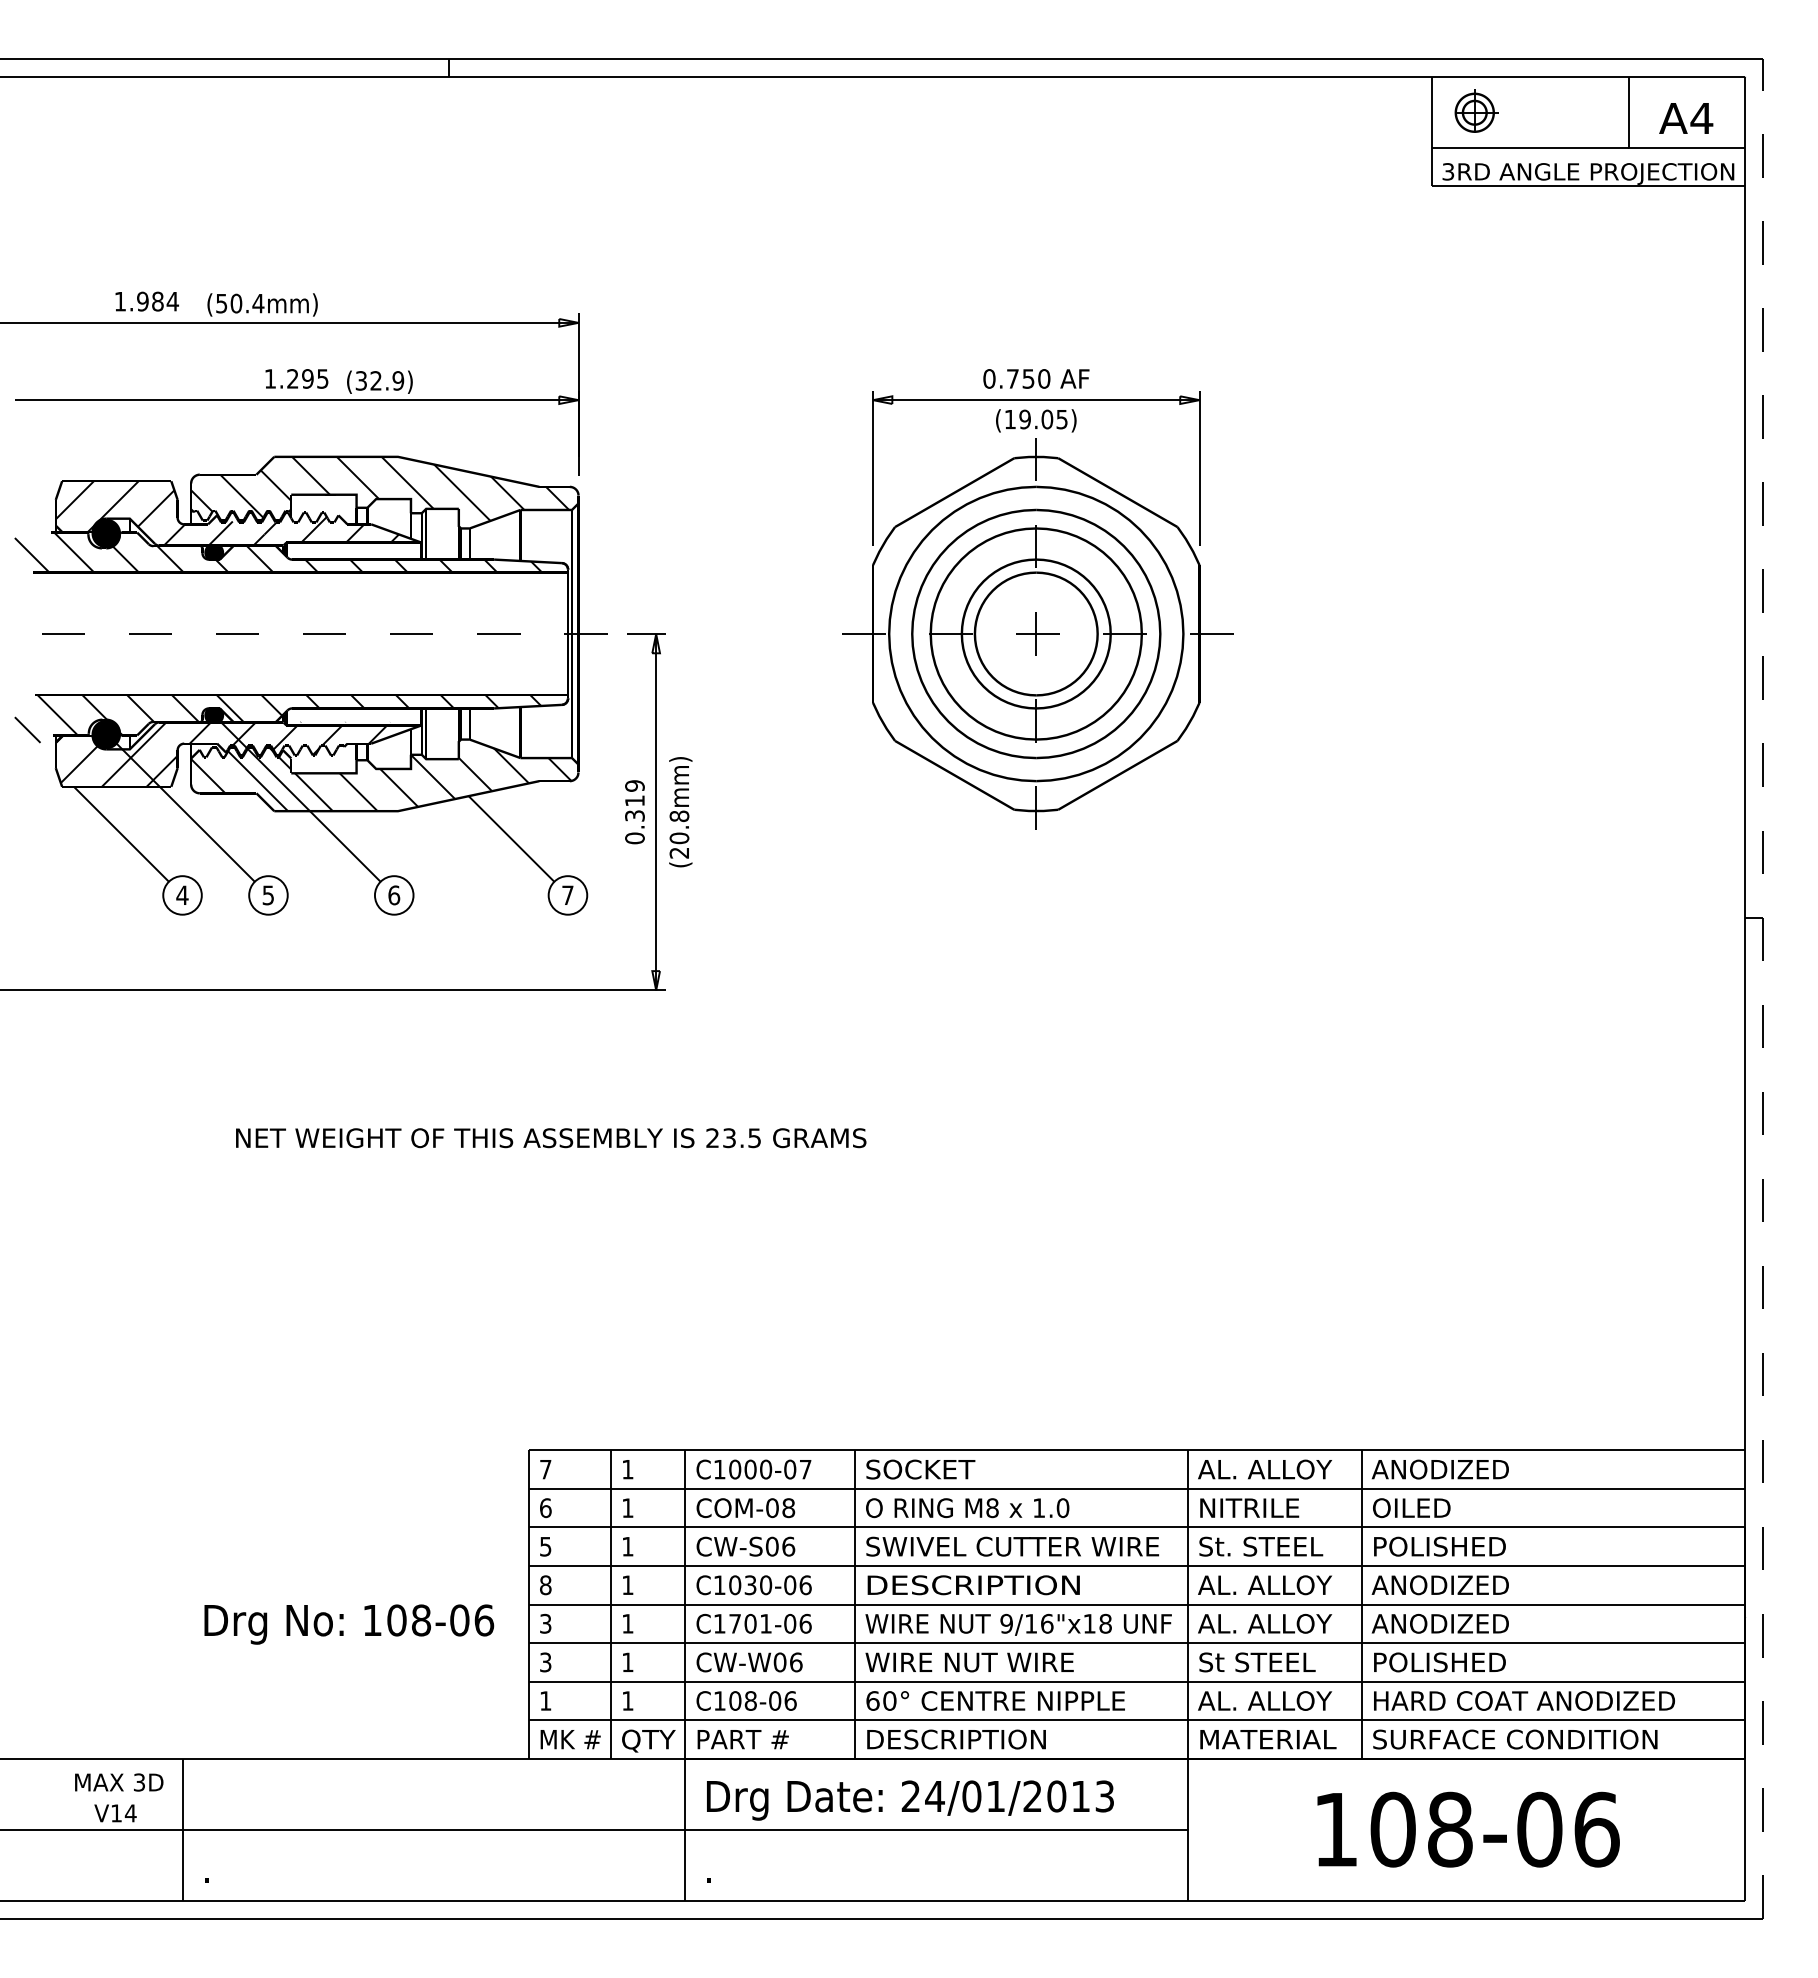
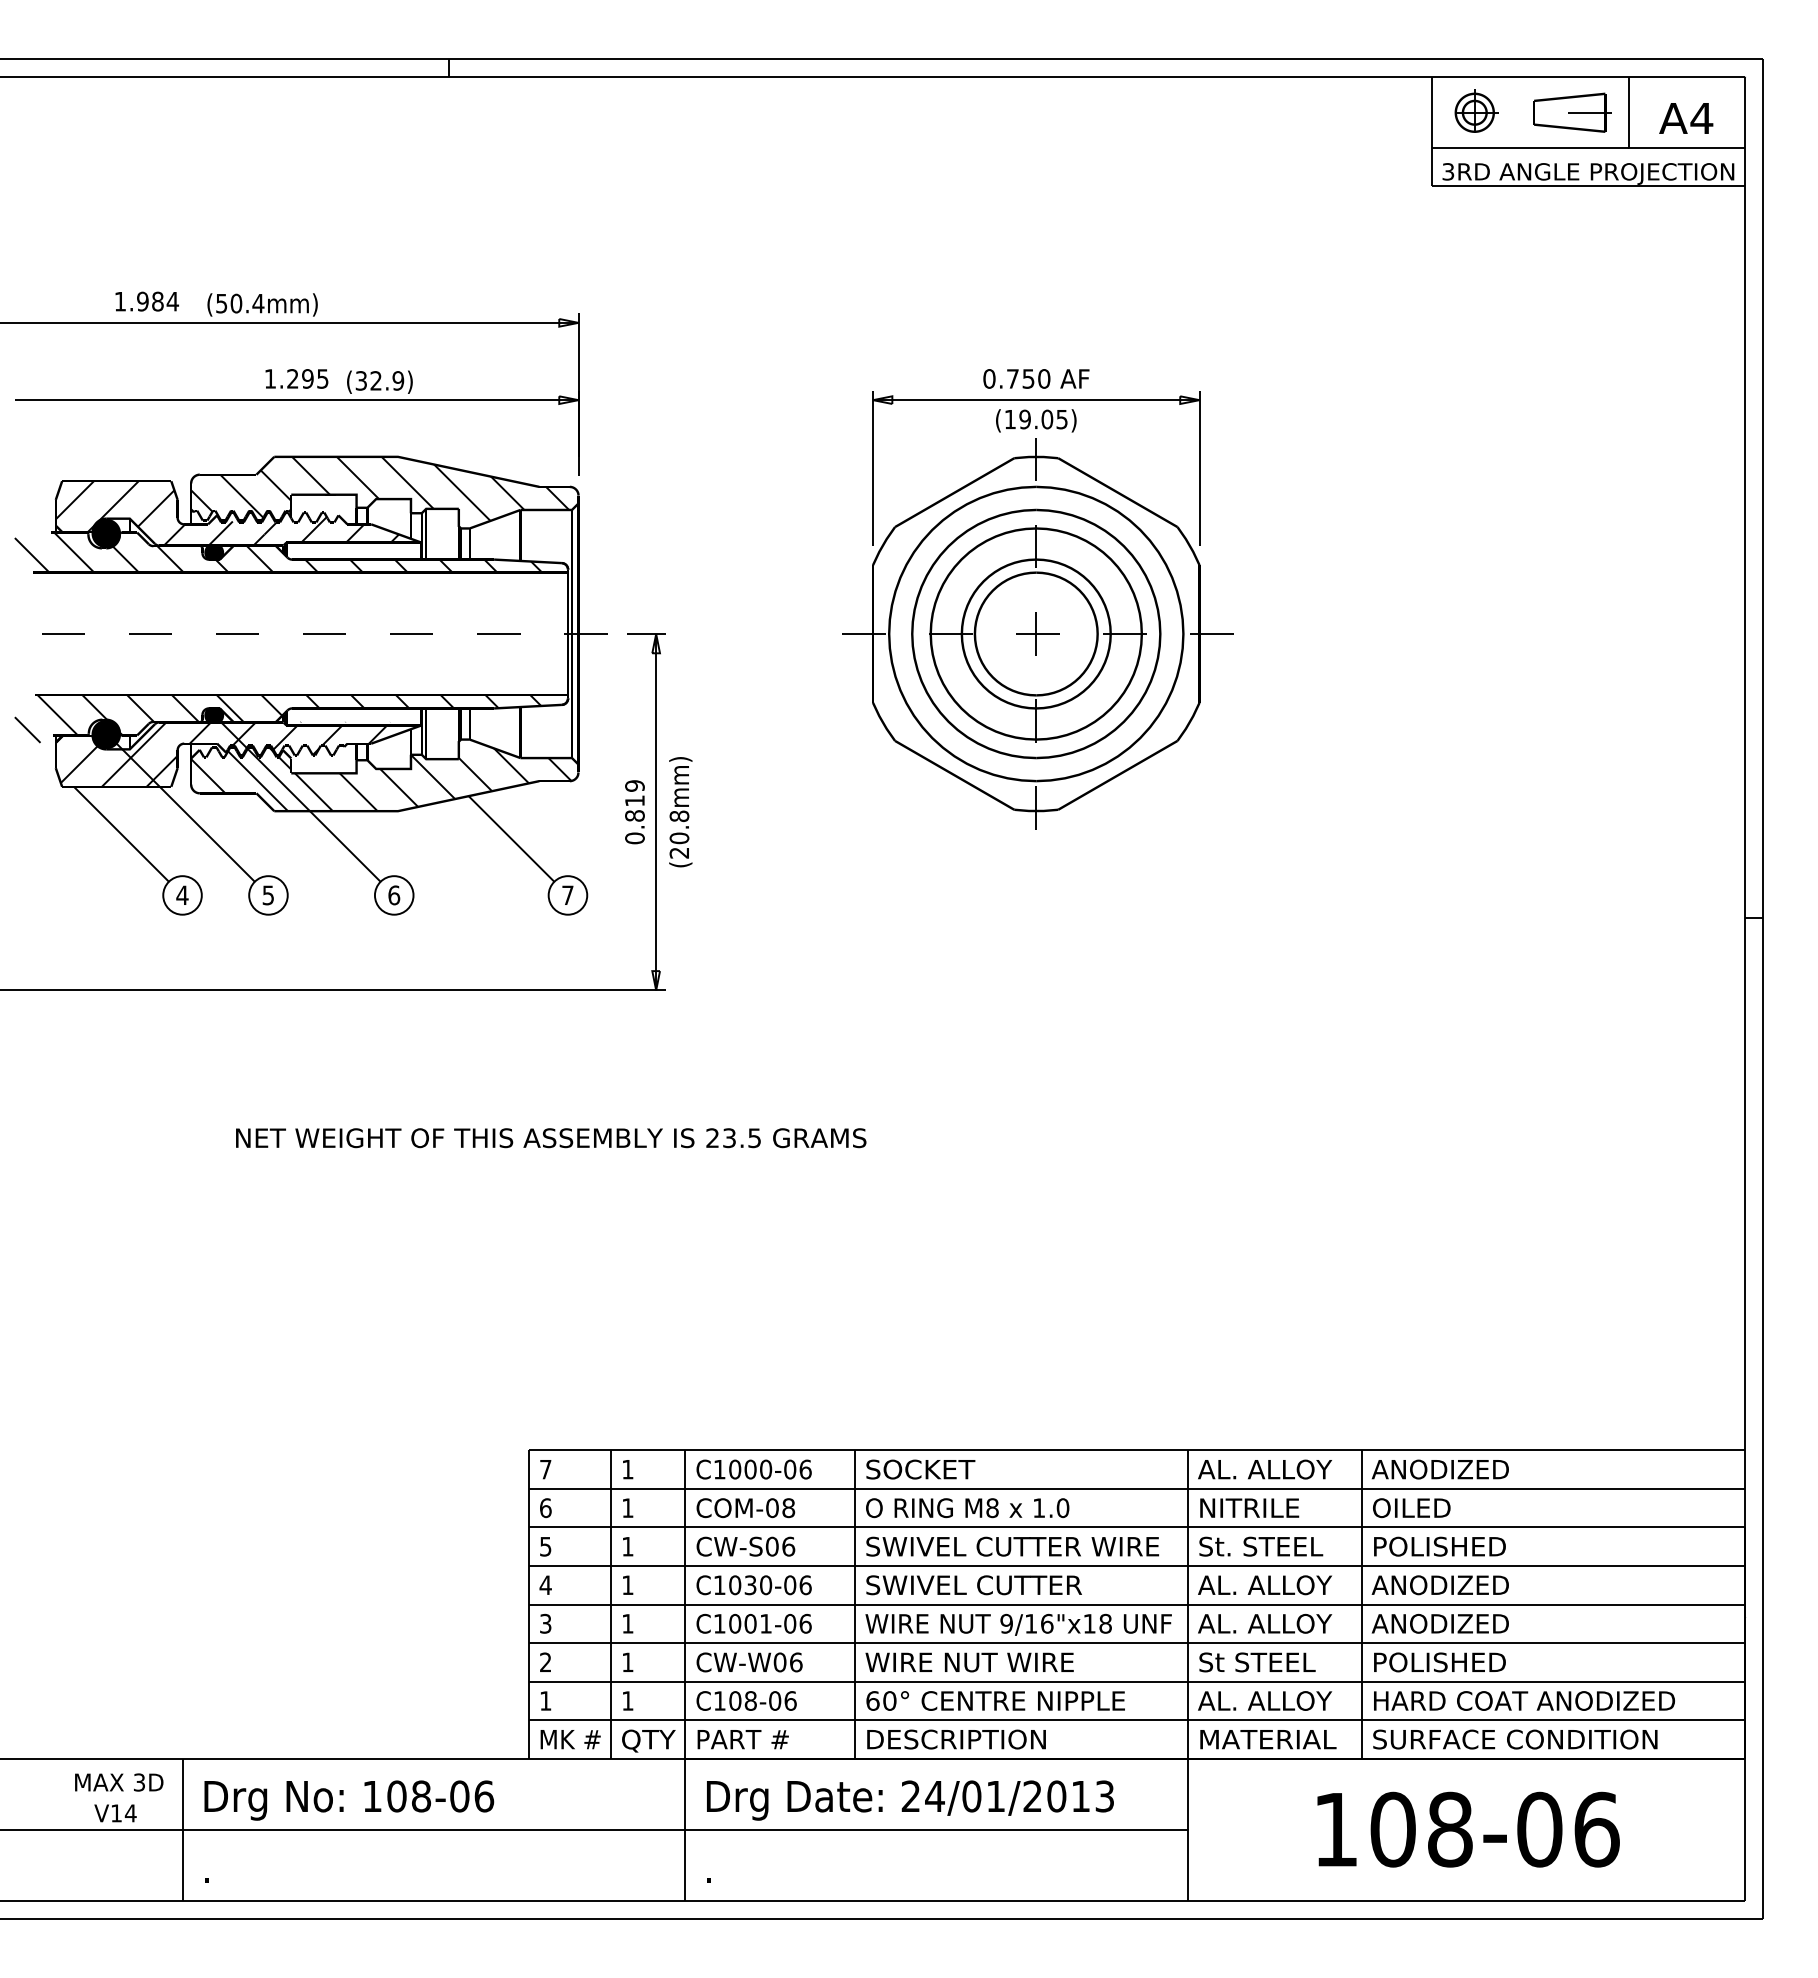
part at (1572, 112): none -> present
text at (634, 815): 0.319 -> 0.819
line at (1763, 988): dashed -> solid
text at (805, 1469): C1000-07 -> C1000-06
text at (545, 1585): 8 -> 4
text at (973, 1585): DESCRIPTION -> SWIVEL CUTTER
text at (735, 1623): C1701-06 -> C1001-06
text at (349, 1624) position: (349, 1624) -> (349, 1800)
text at (545, 1662): 3 -> 2
